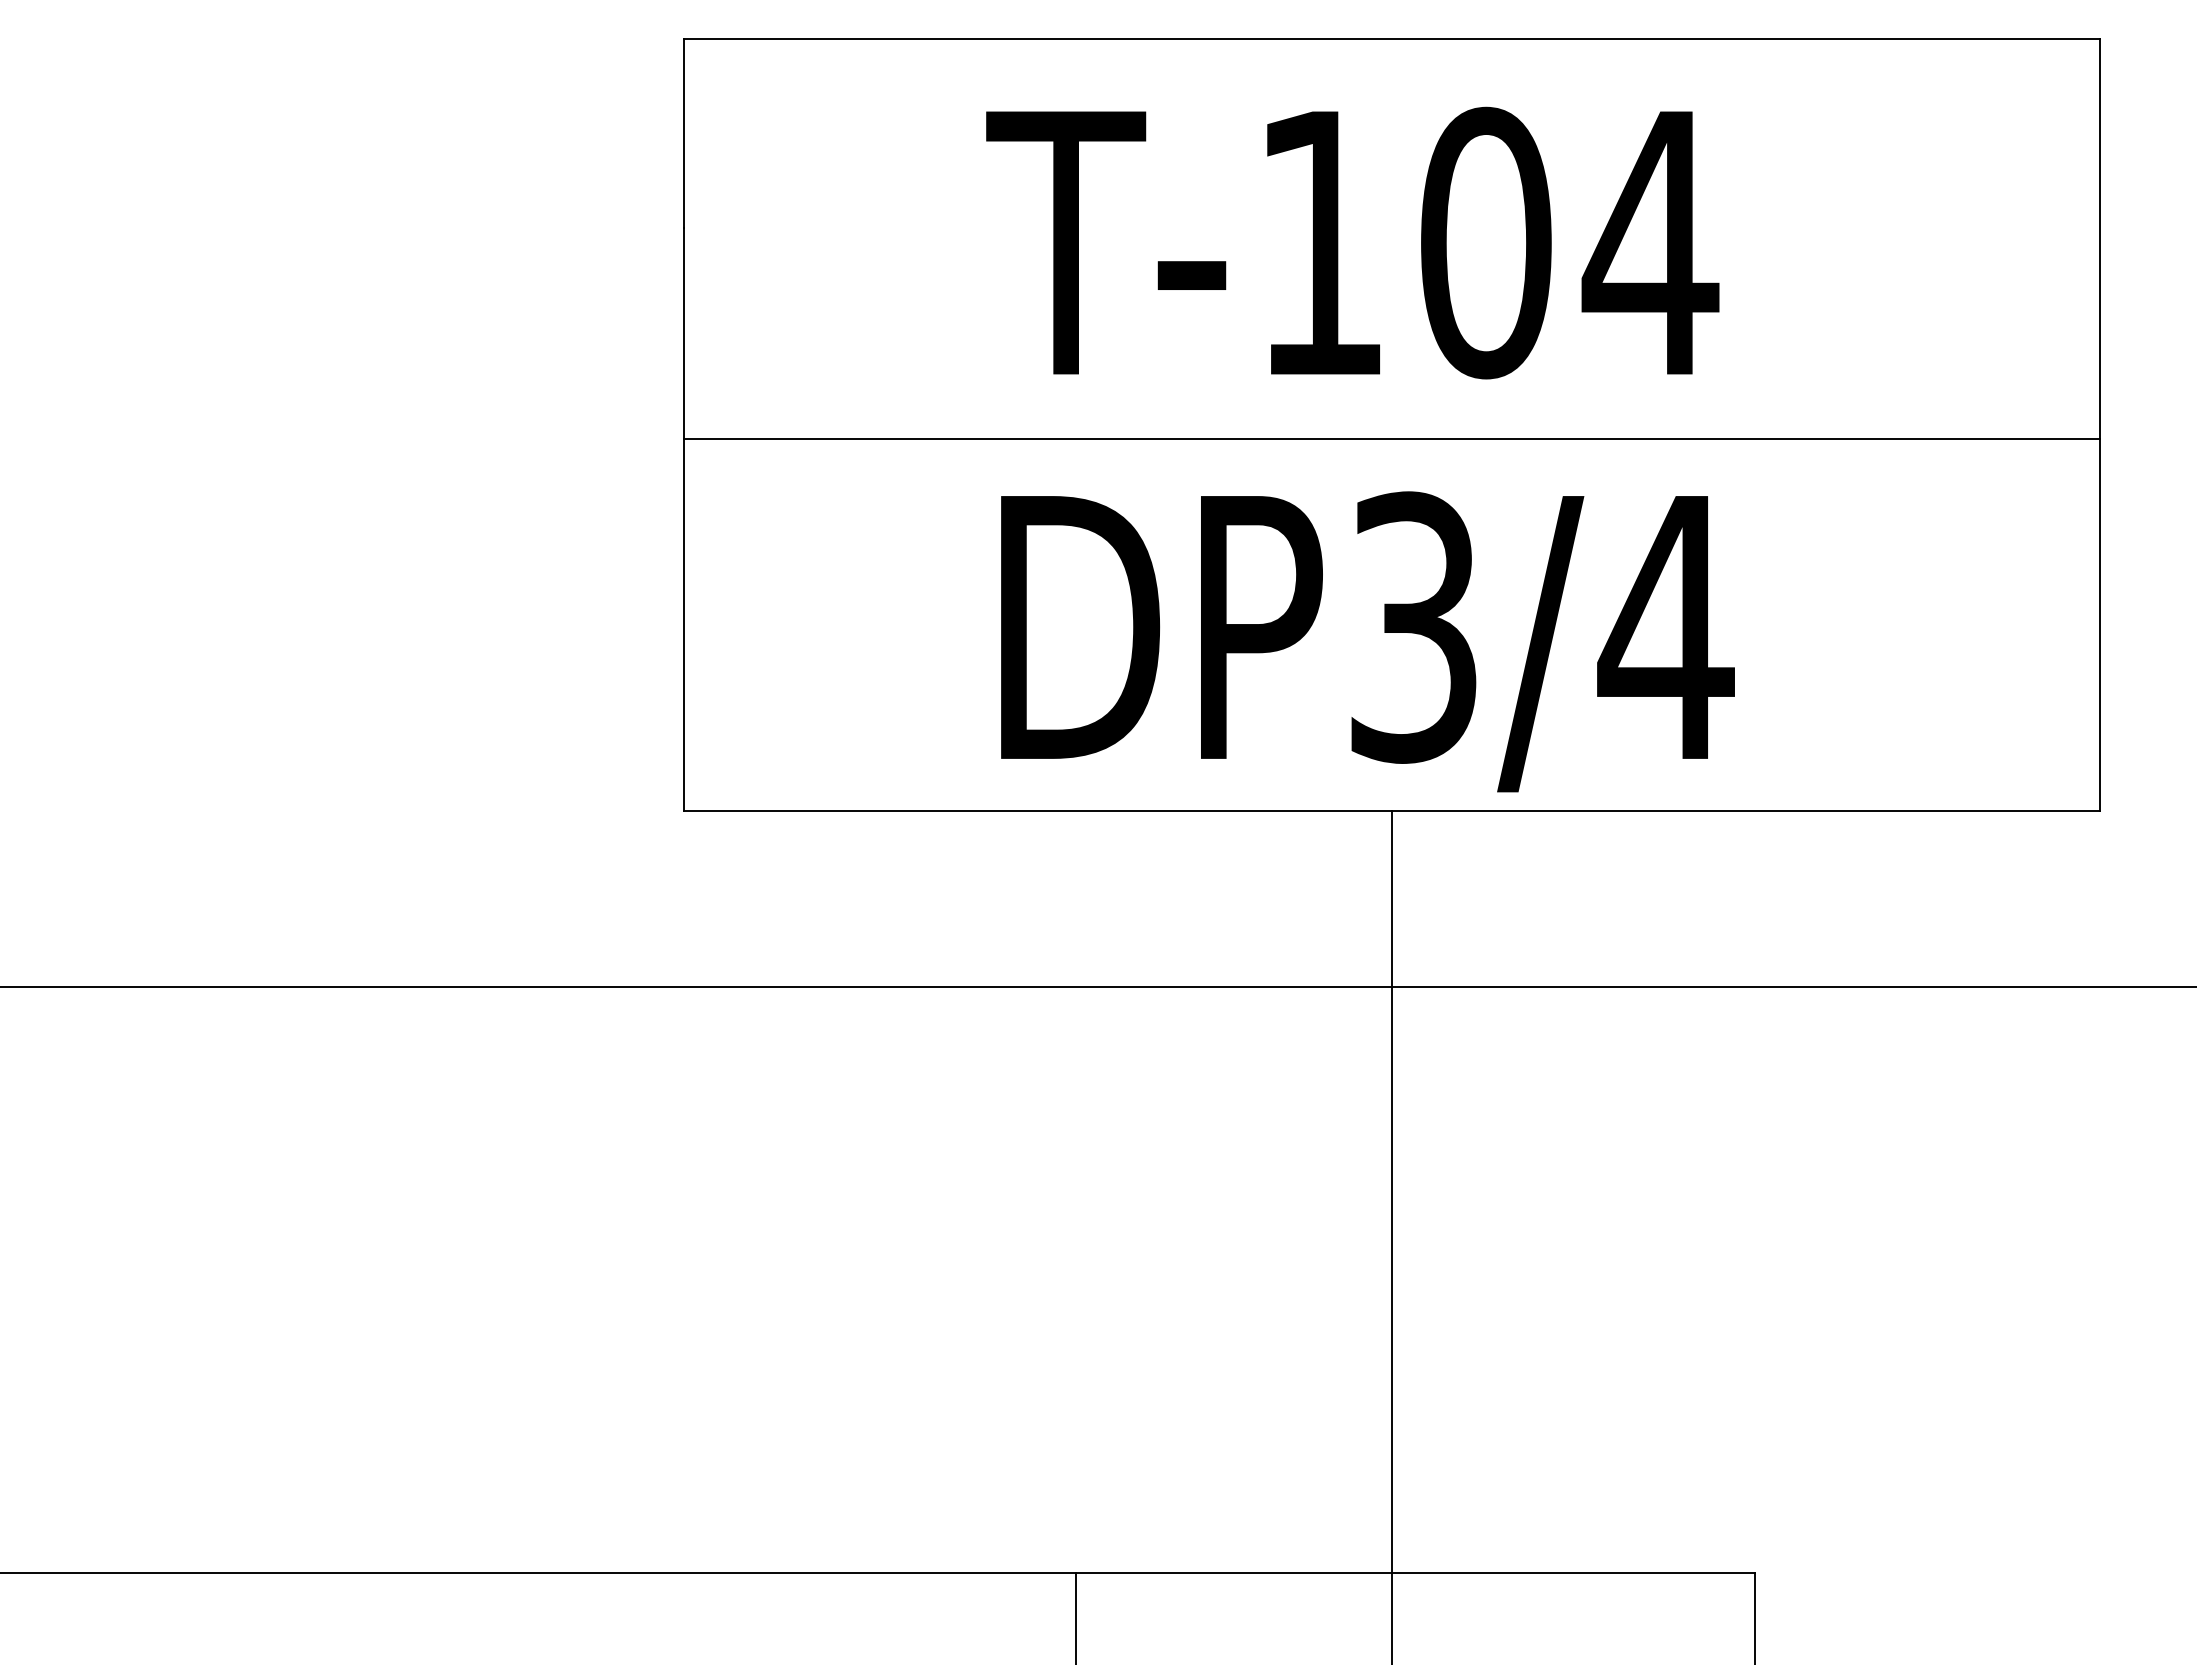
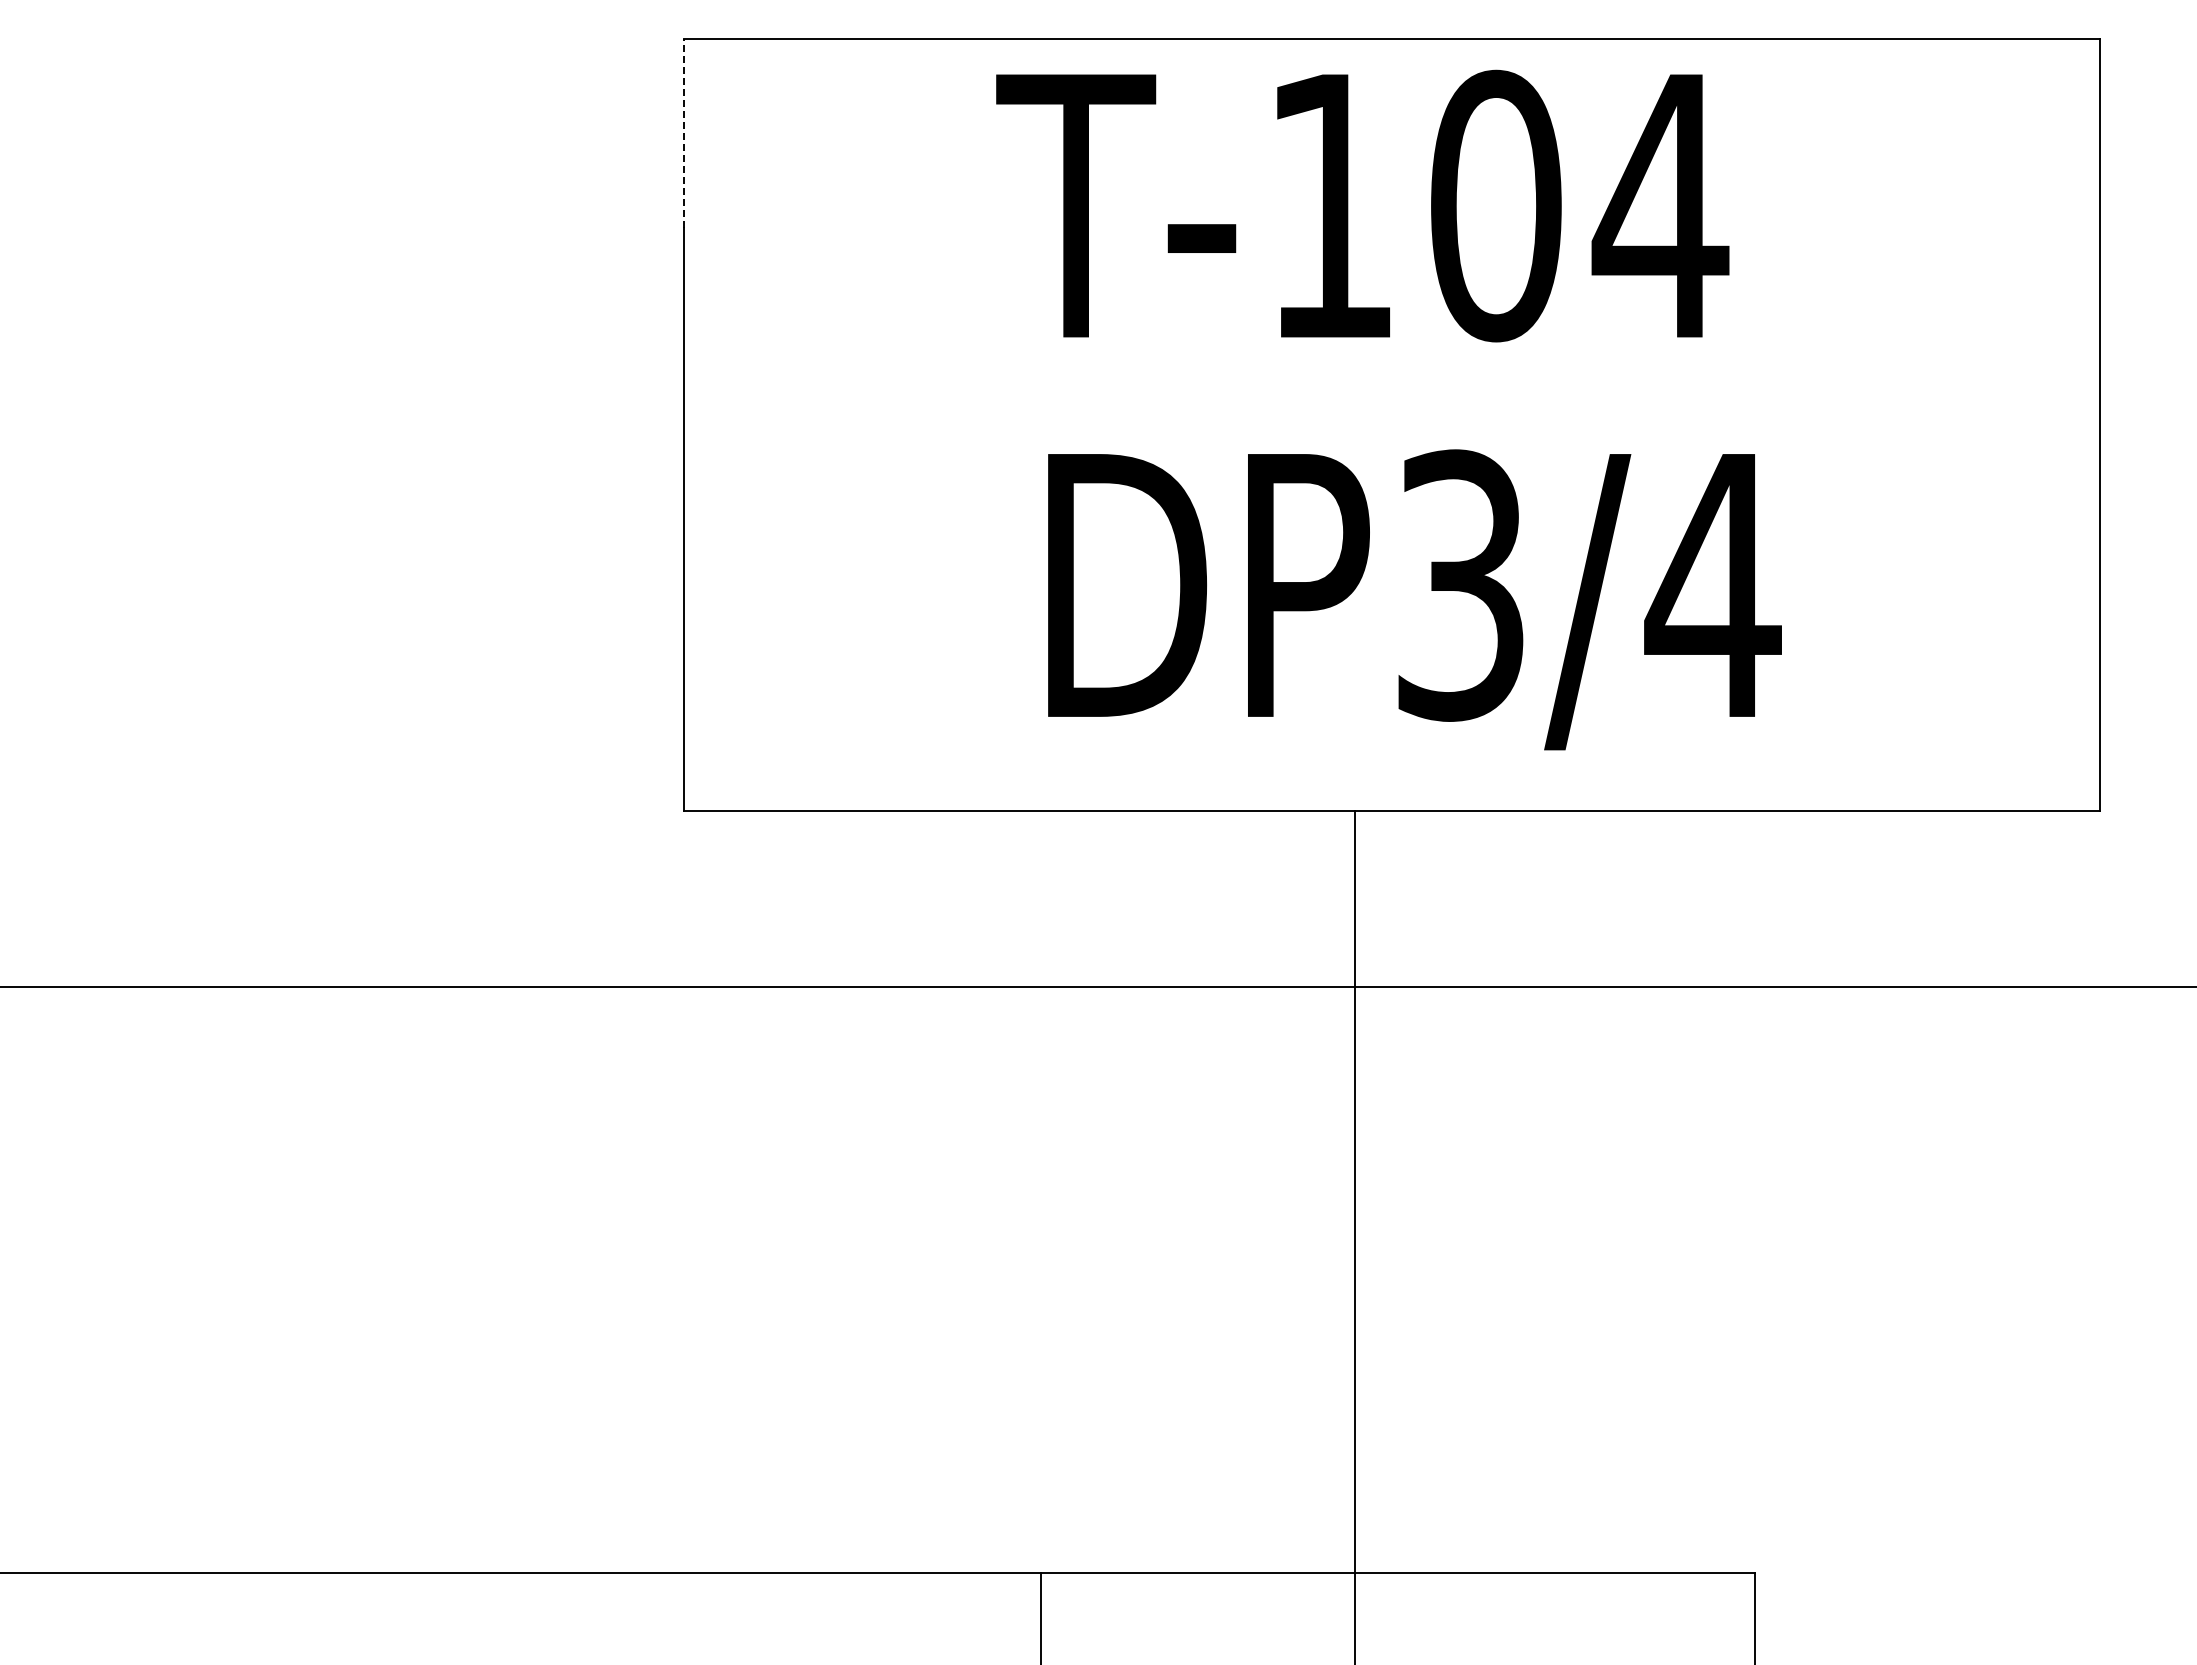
line at (684, 132): solid -> dashed
text at (1352, 242) position: (1352, 242) -> (1362, 205)
line at (1391, 438): present -> none
text at (1367, 641) position: (1367, 641) -> (1414, 599)
line at (1391, 1236) position: (1391, 1236) -> (1354, 1236)
line at (1075, 1616) position: (1075, 1616) -> (1040, 1616)
